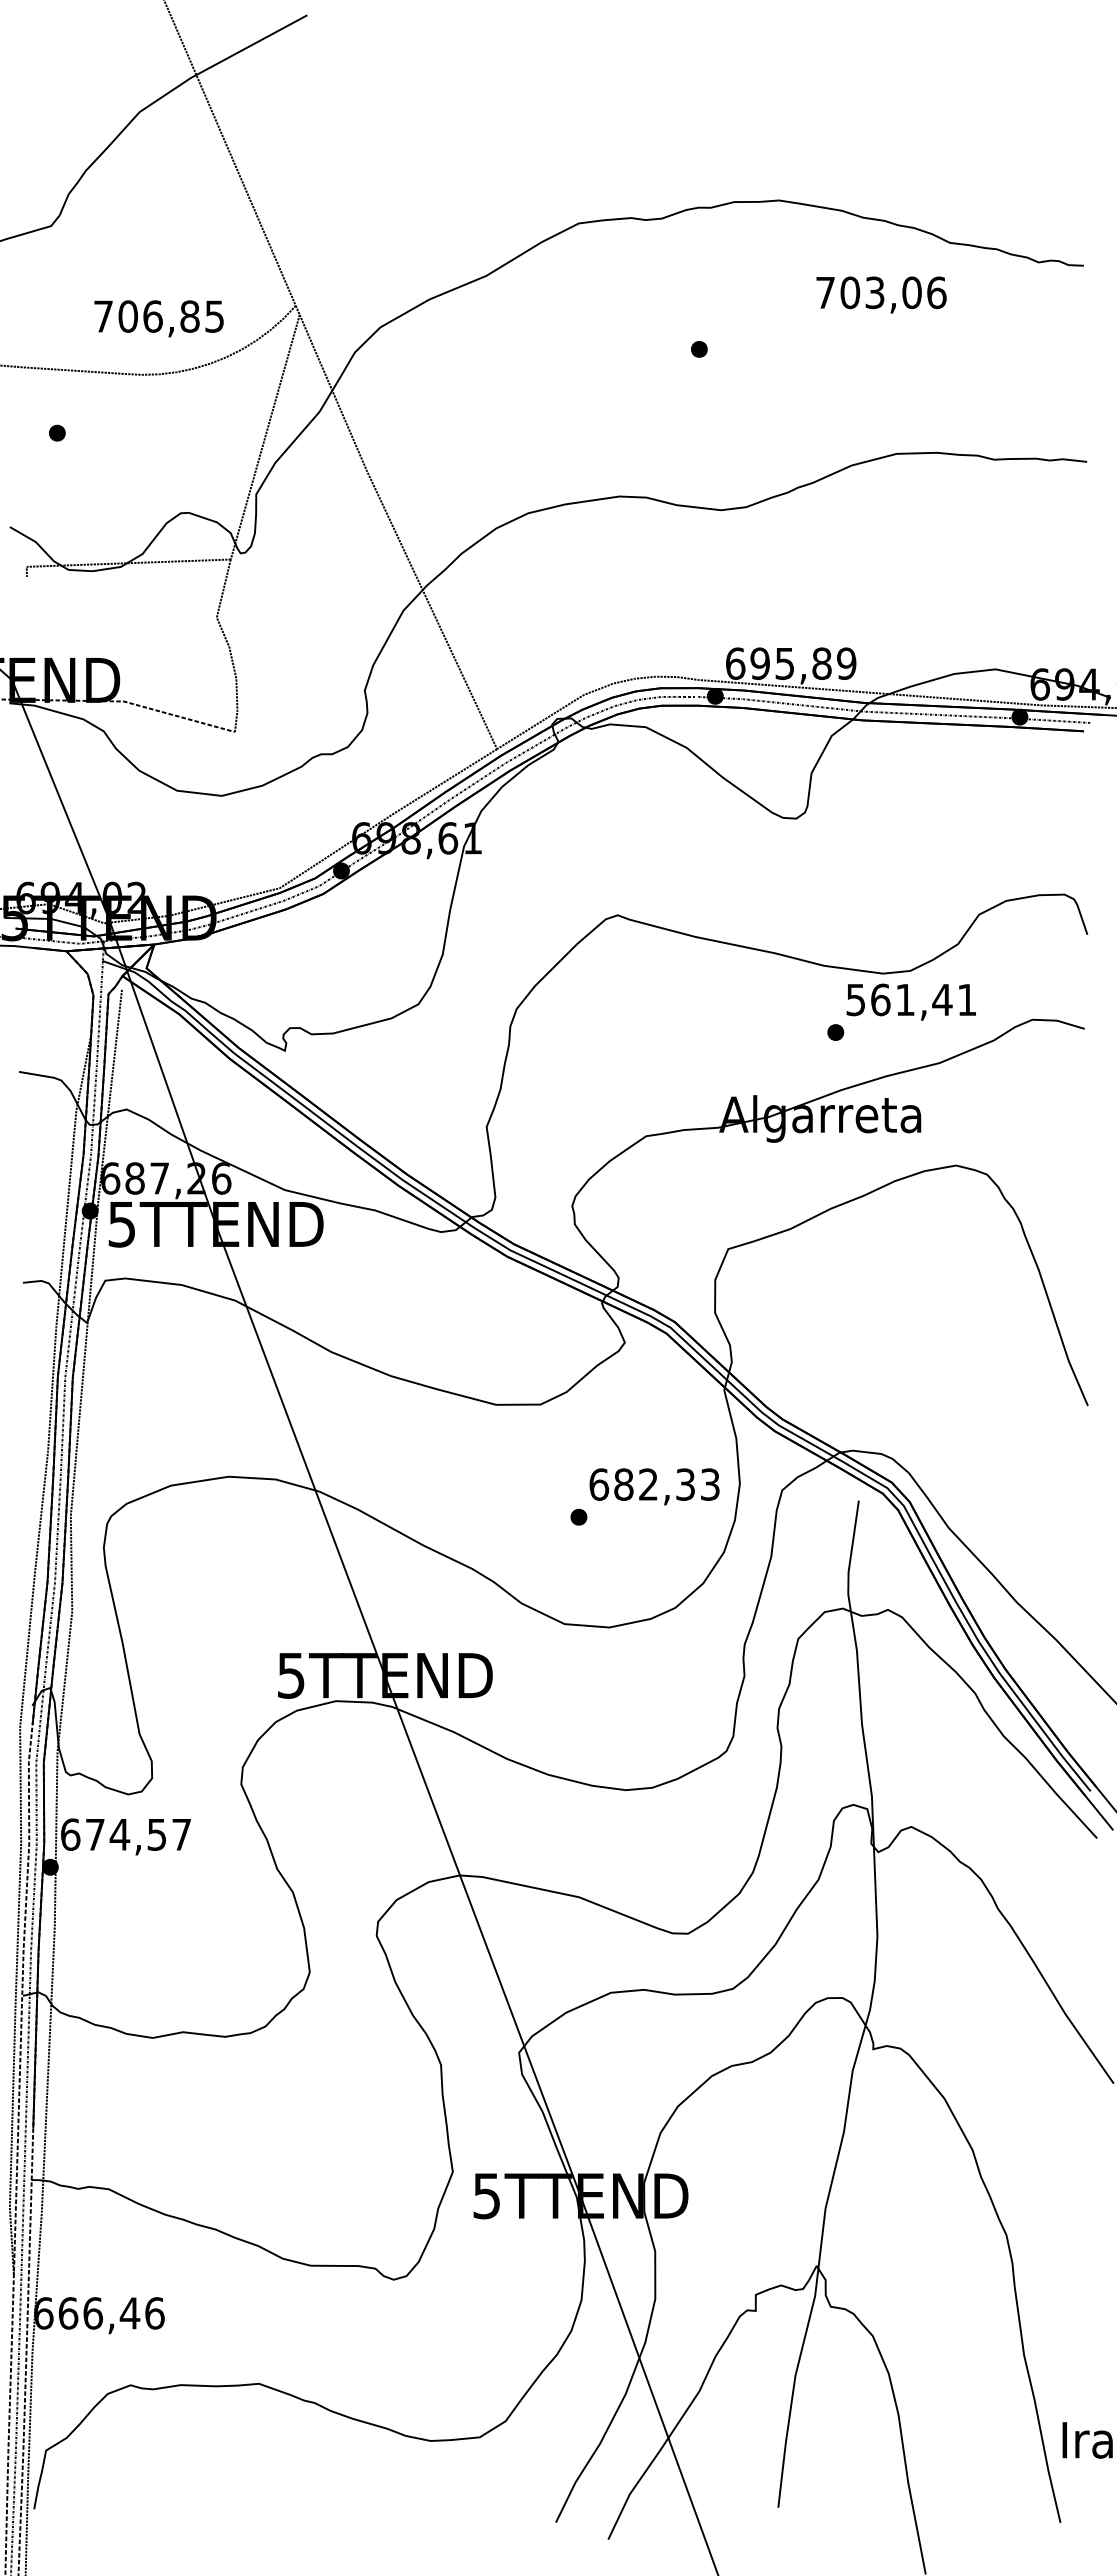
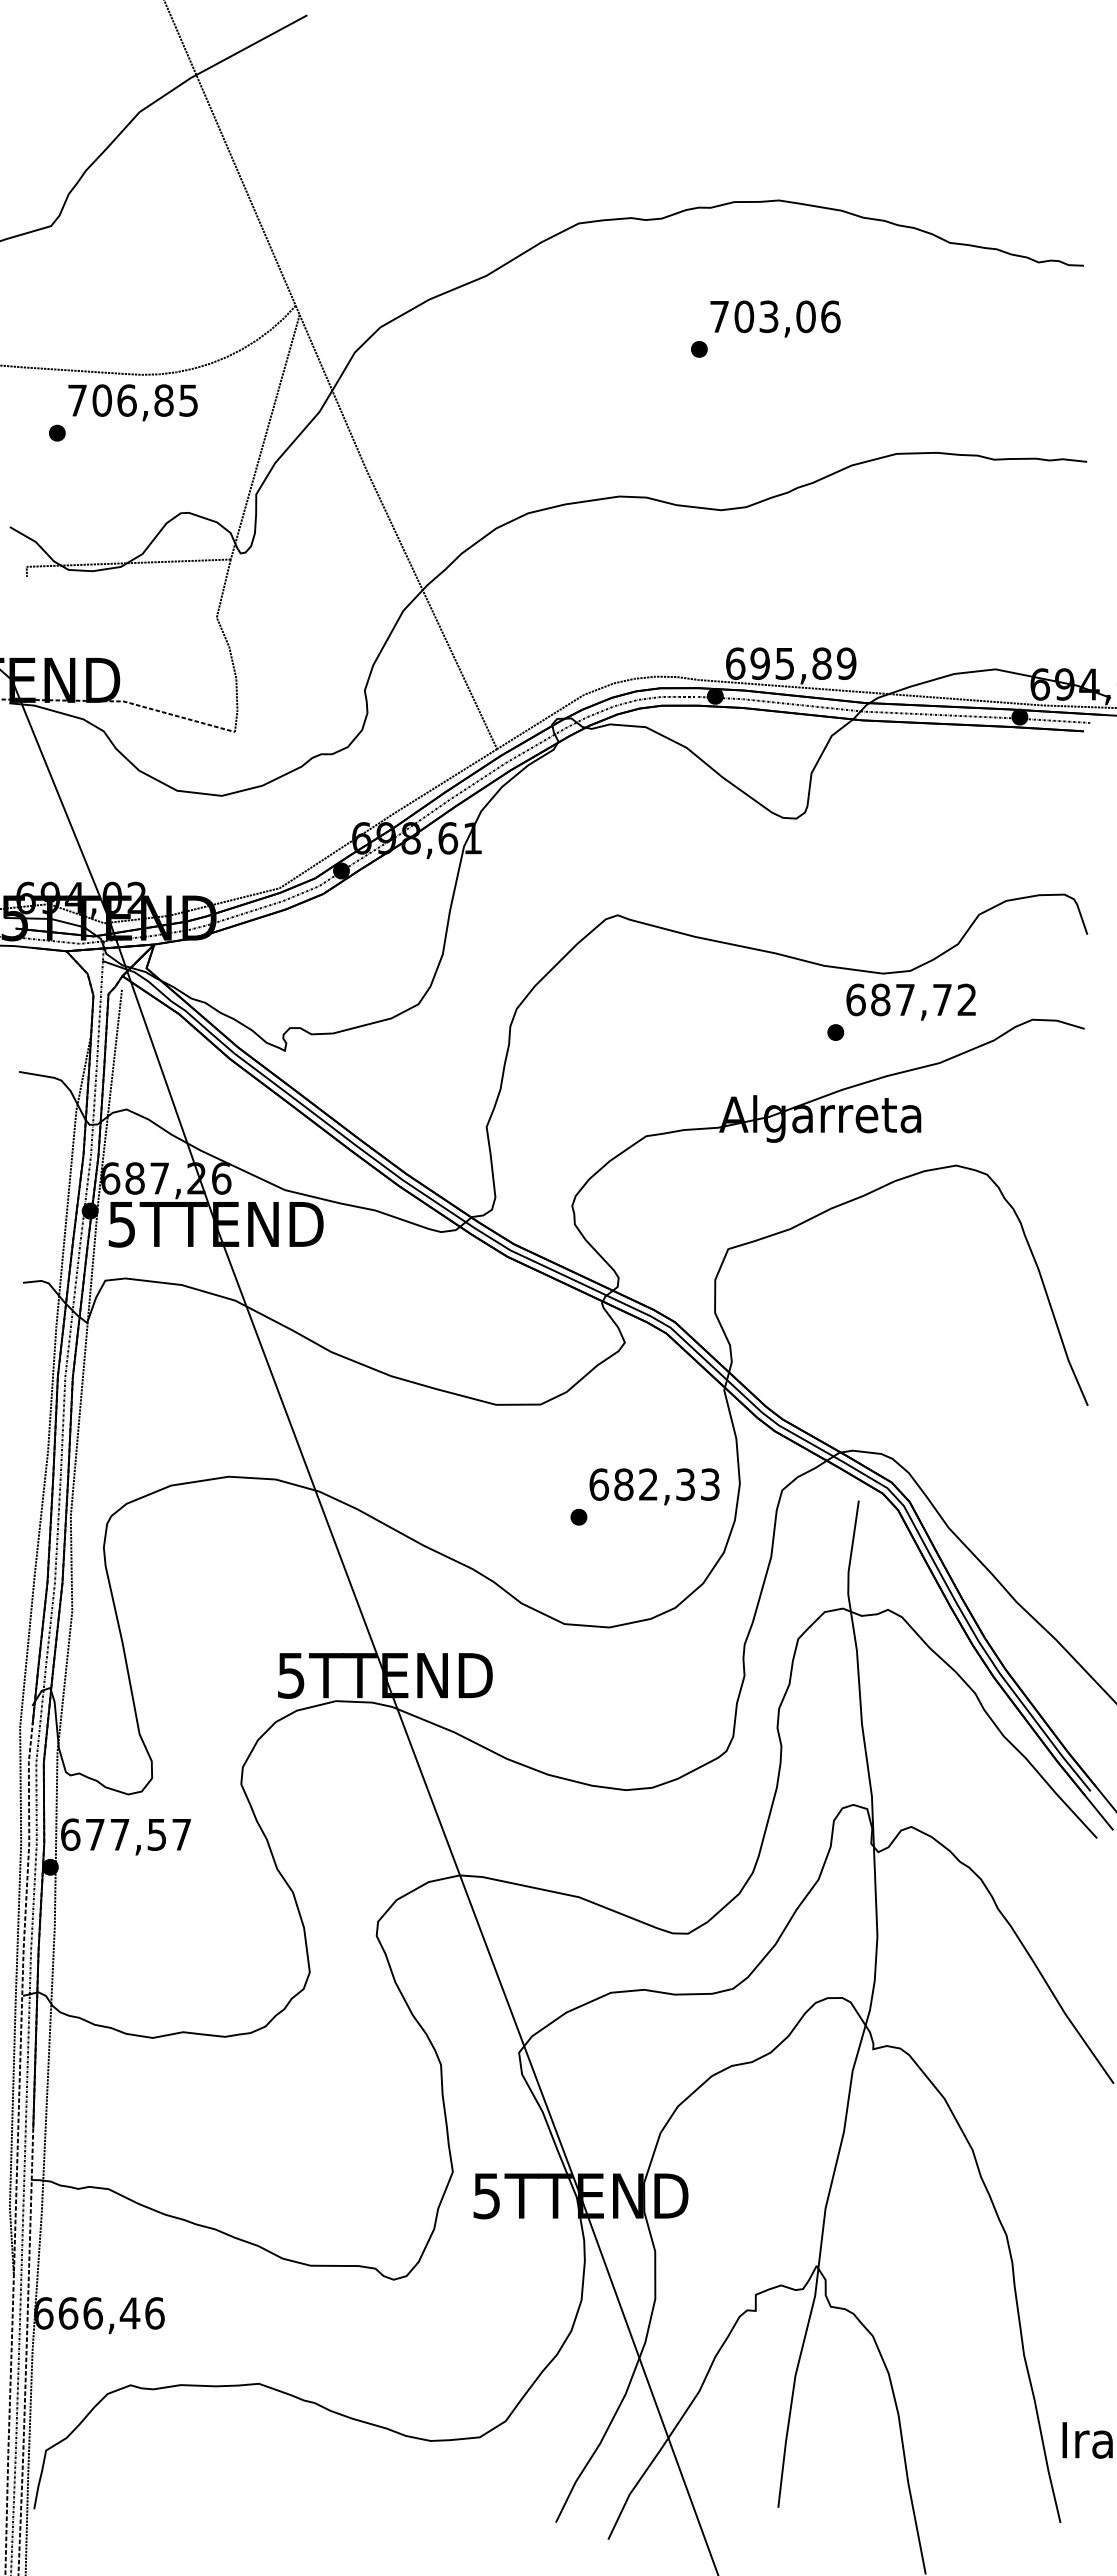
text at (881, 294) position: (881, 294) -> (775, 318)
text at (158, 318) position: (158, 318) -> (132, 402)
text at (910, 999): 561,41 -> 687,72
text at (119, 1834): 674,57 -> 677,57
